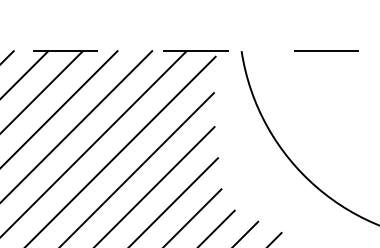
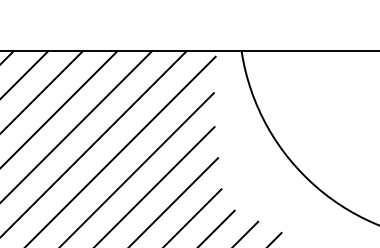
line at (190, 51): dashed -> solid
